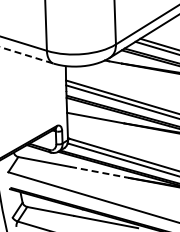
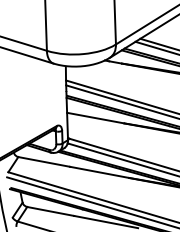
line at (26, 55): dashed -> solid
line at (100, 172): dashed -> solid
line at (91, 202): none -> present
